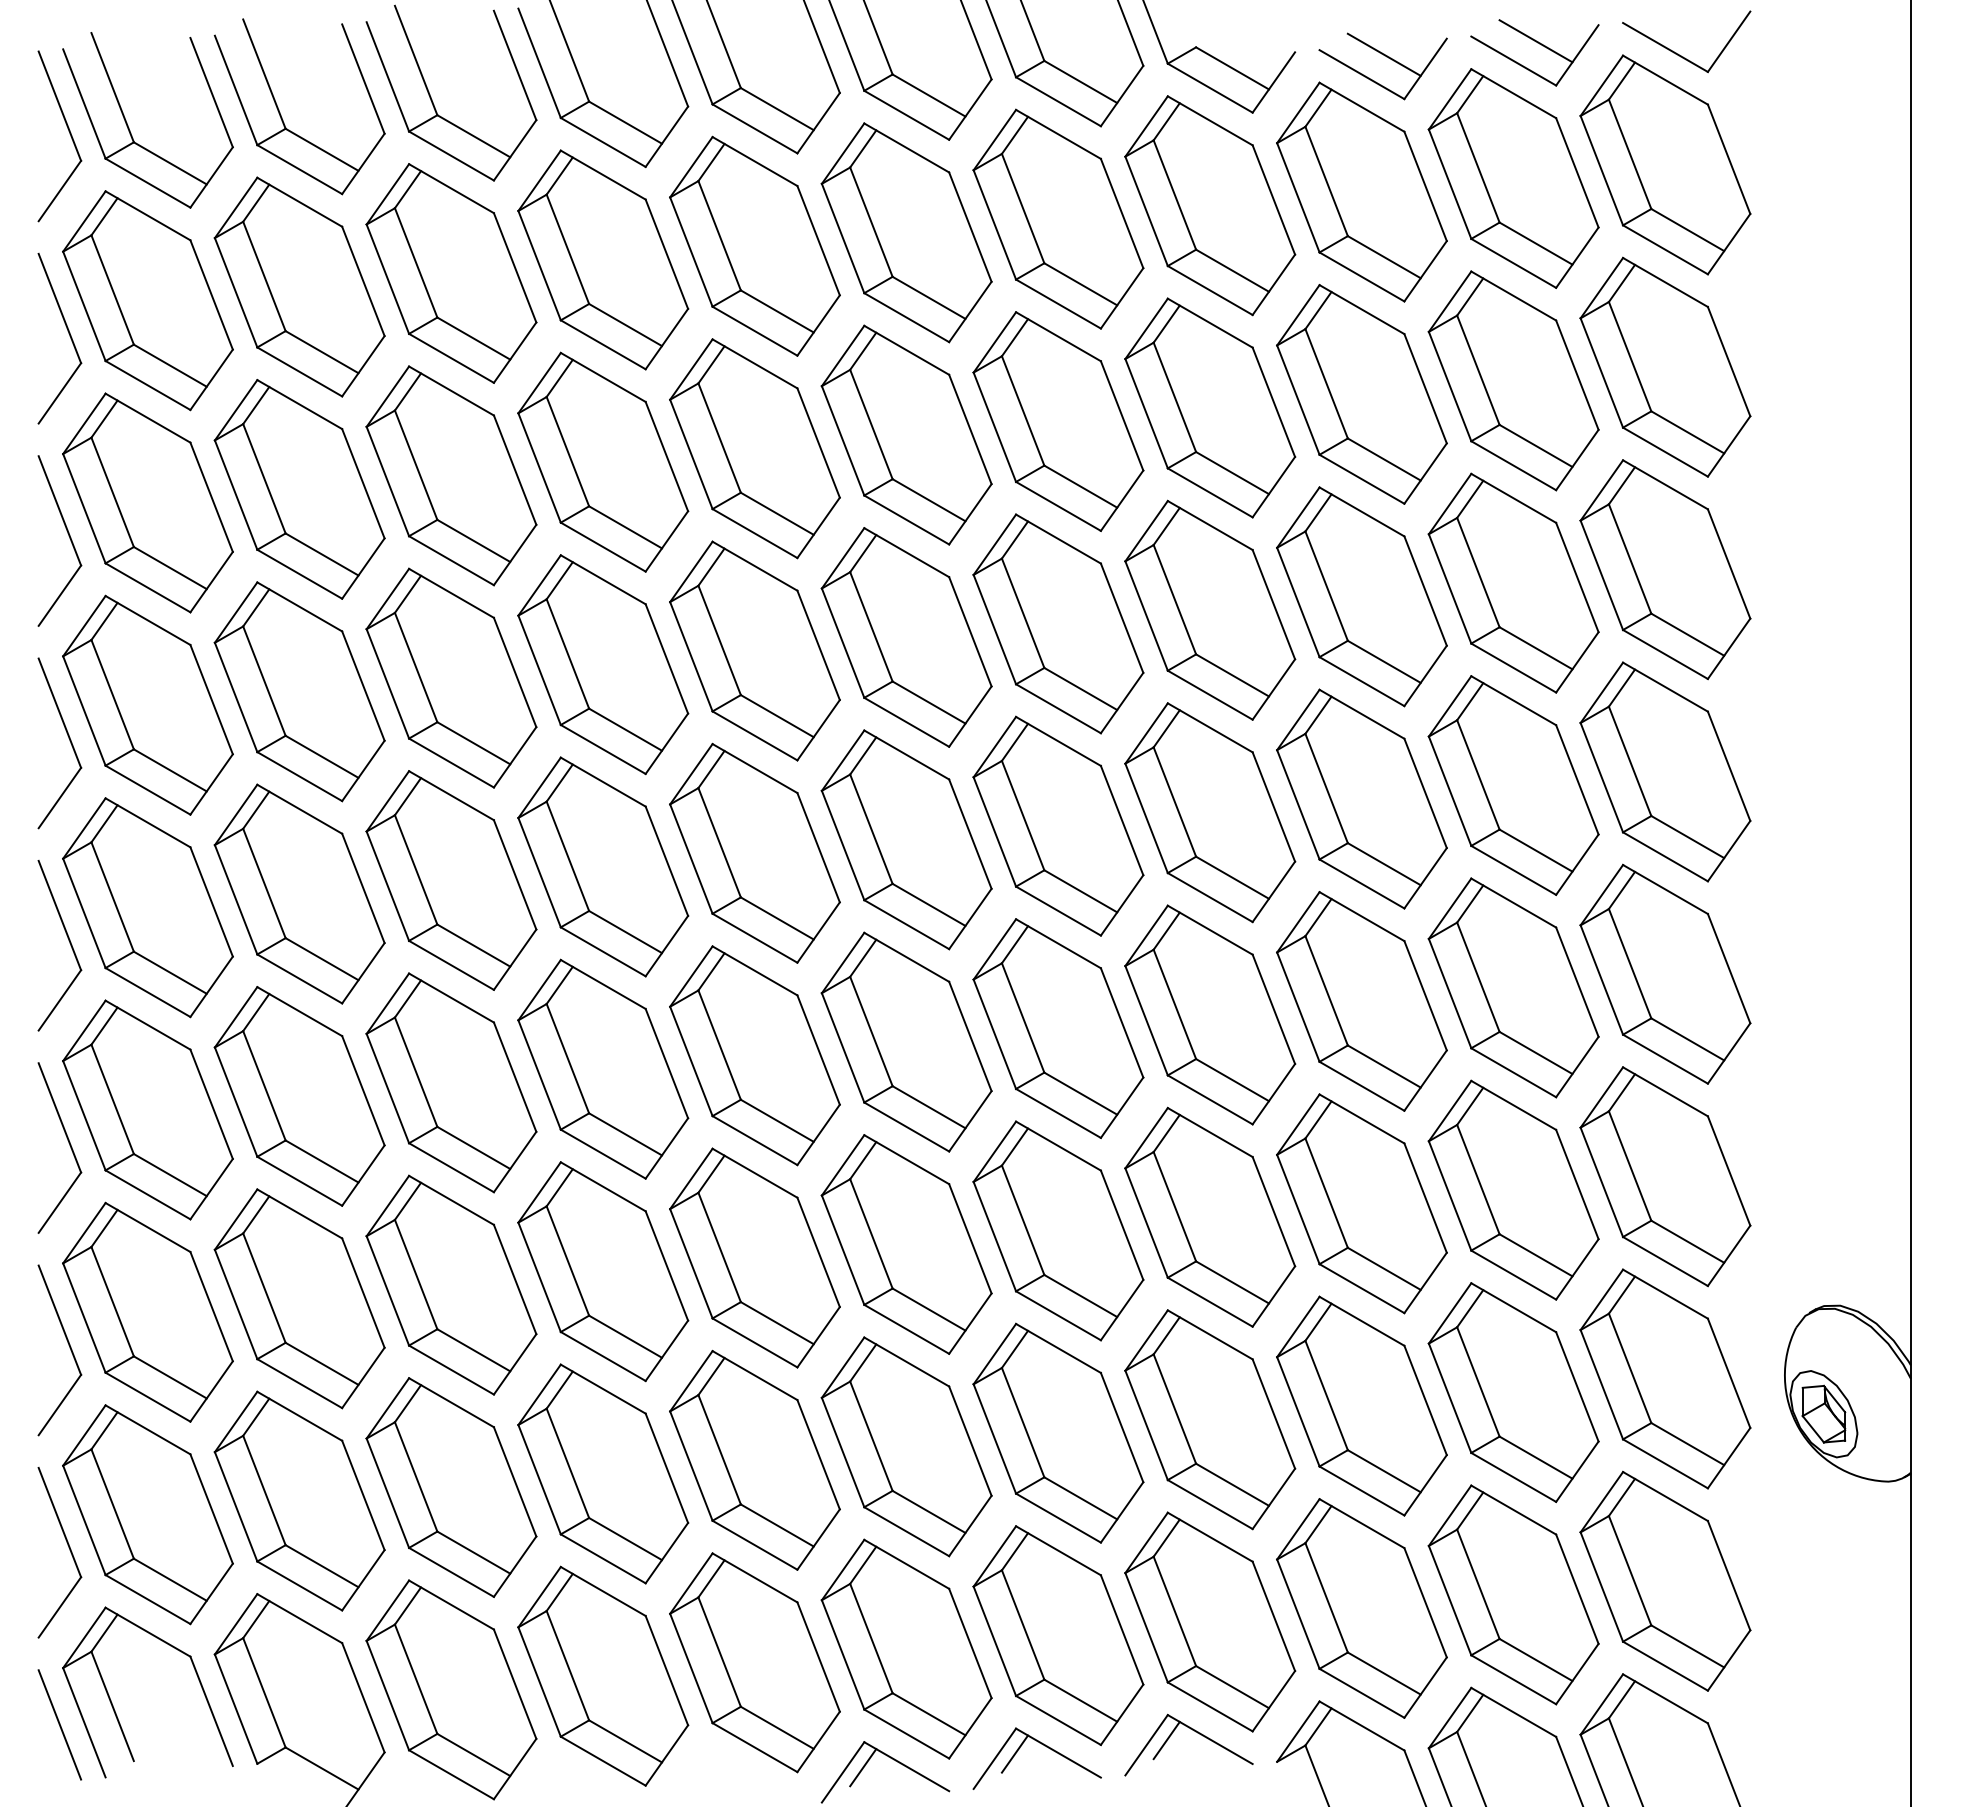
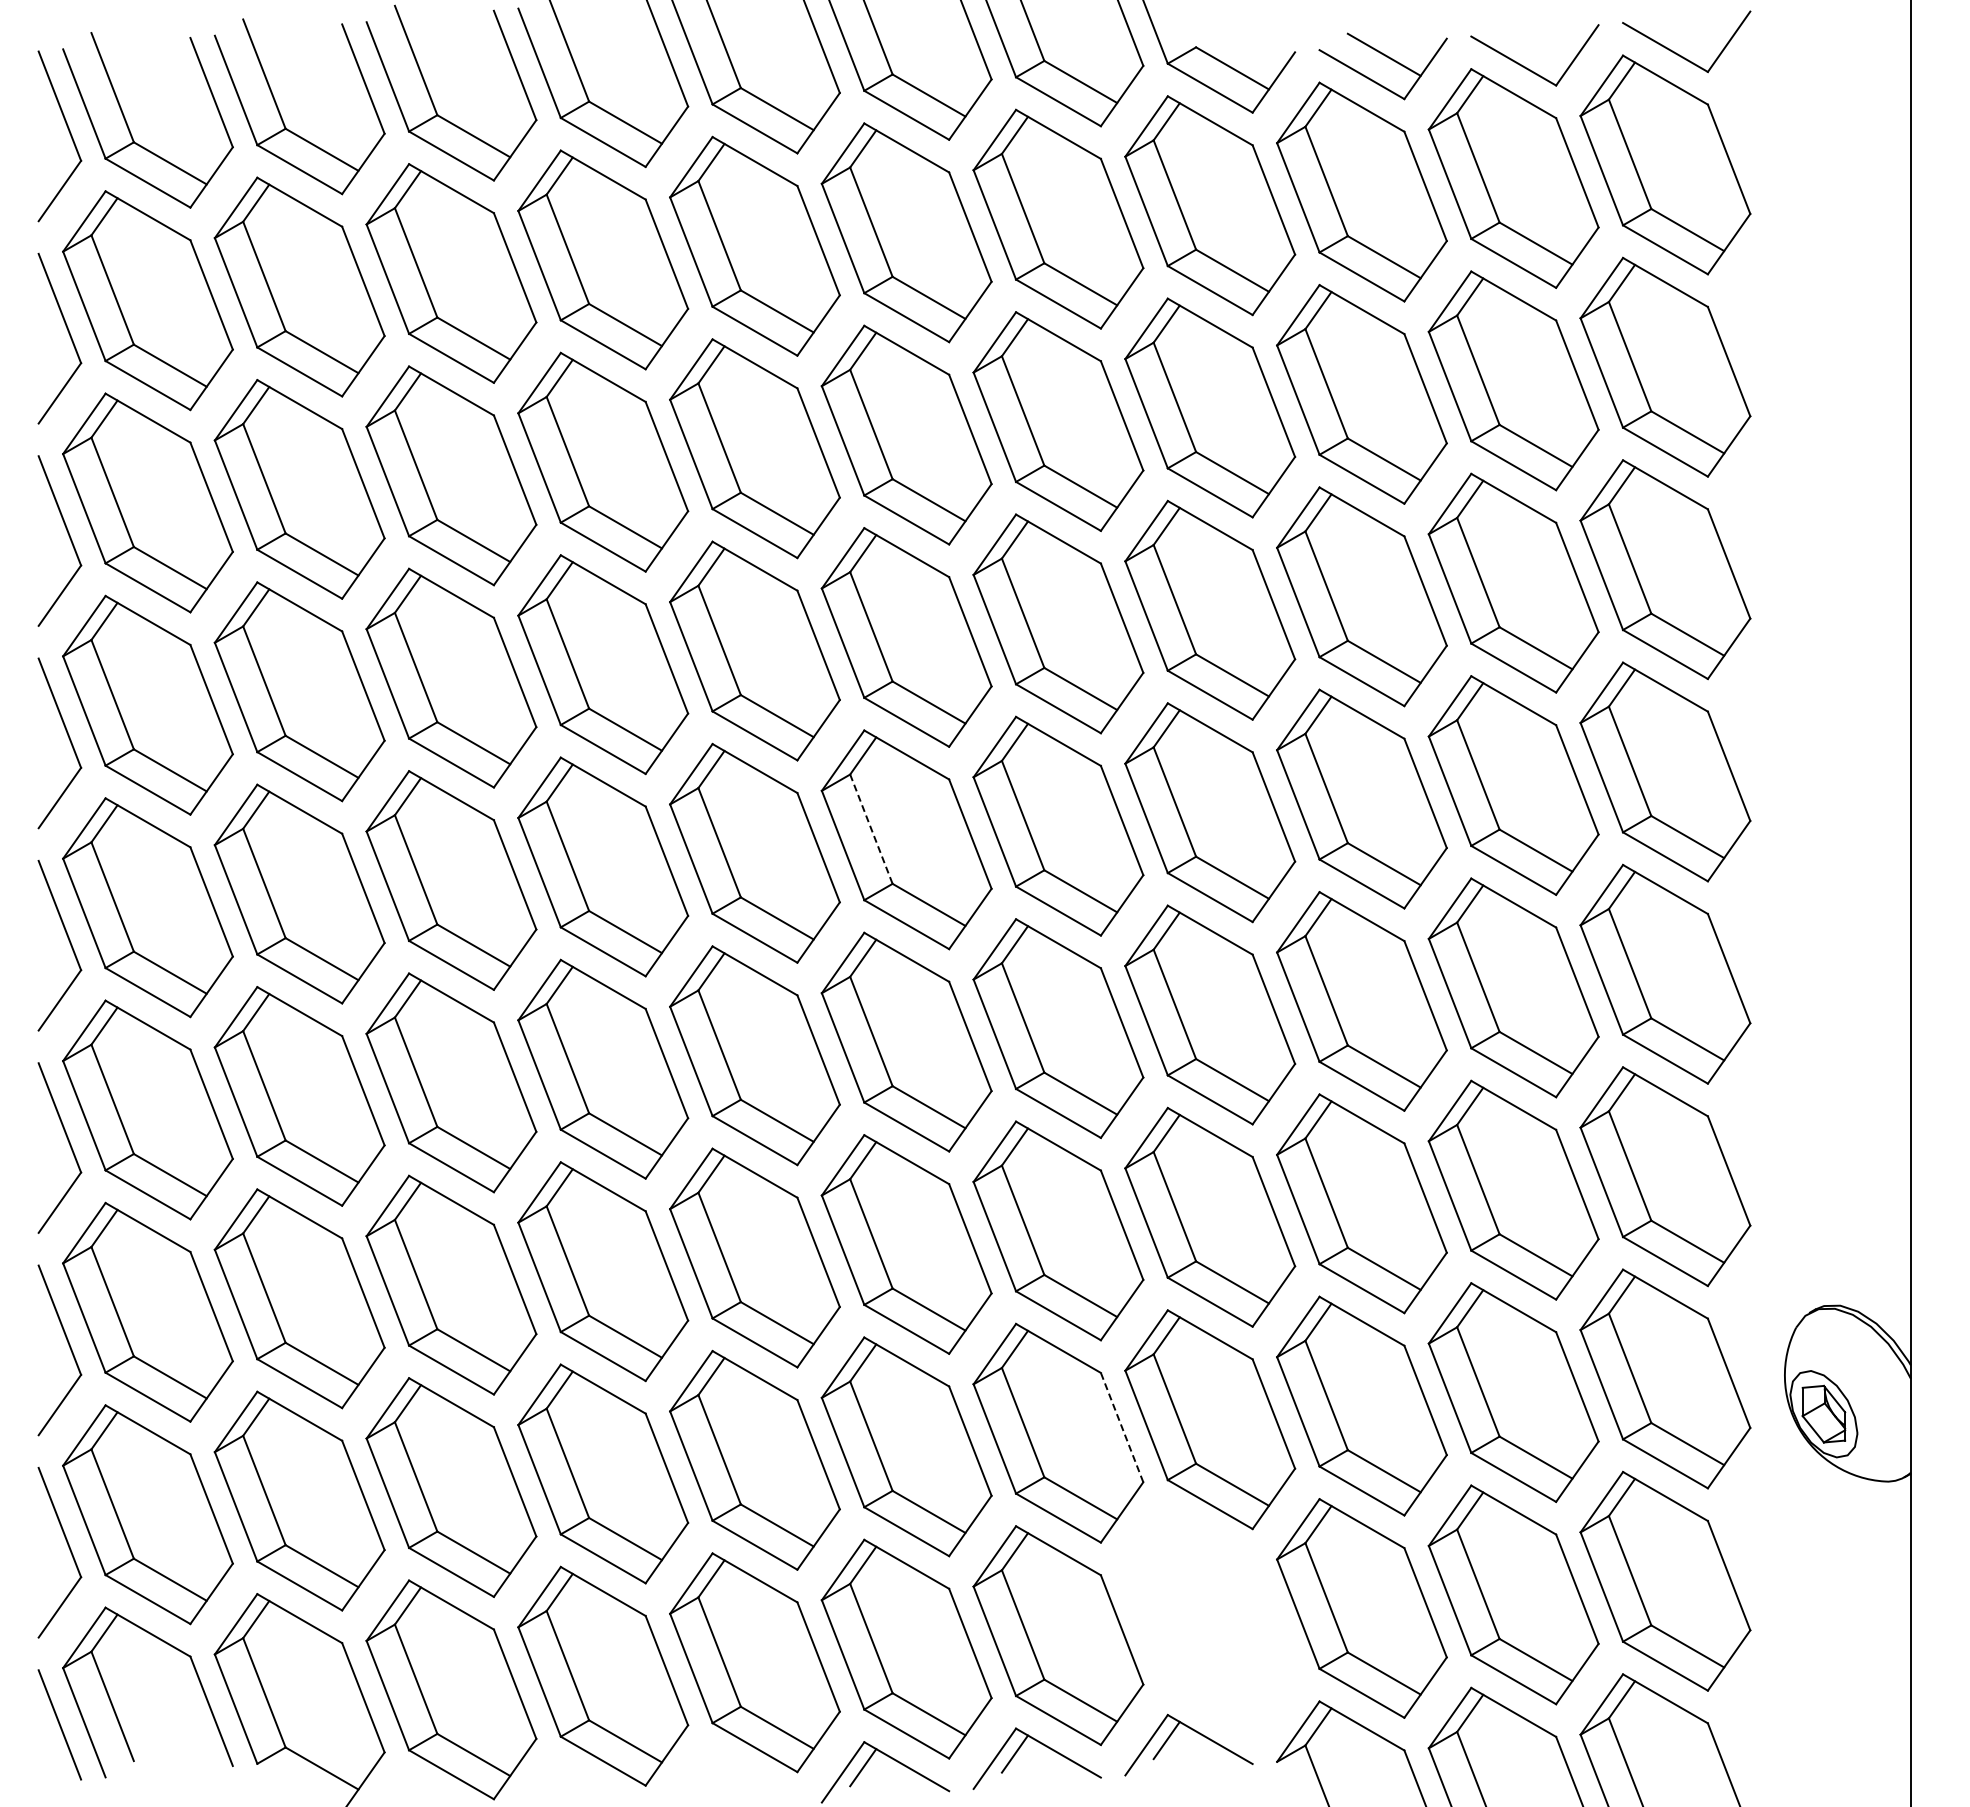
line at (1535, 41): present -> none
line at (871, 829): solid -> dashed
line at (1122, 1427): solid -> dashed
part at (1210, 1621): present -> none
